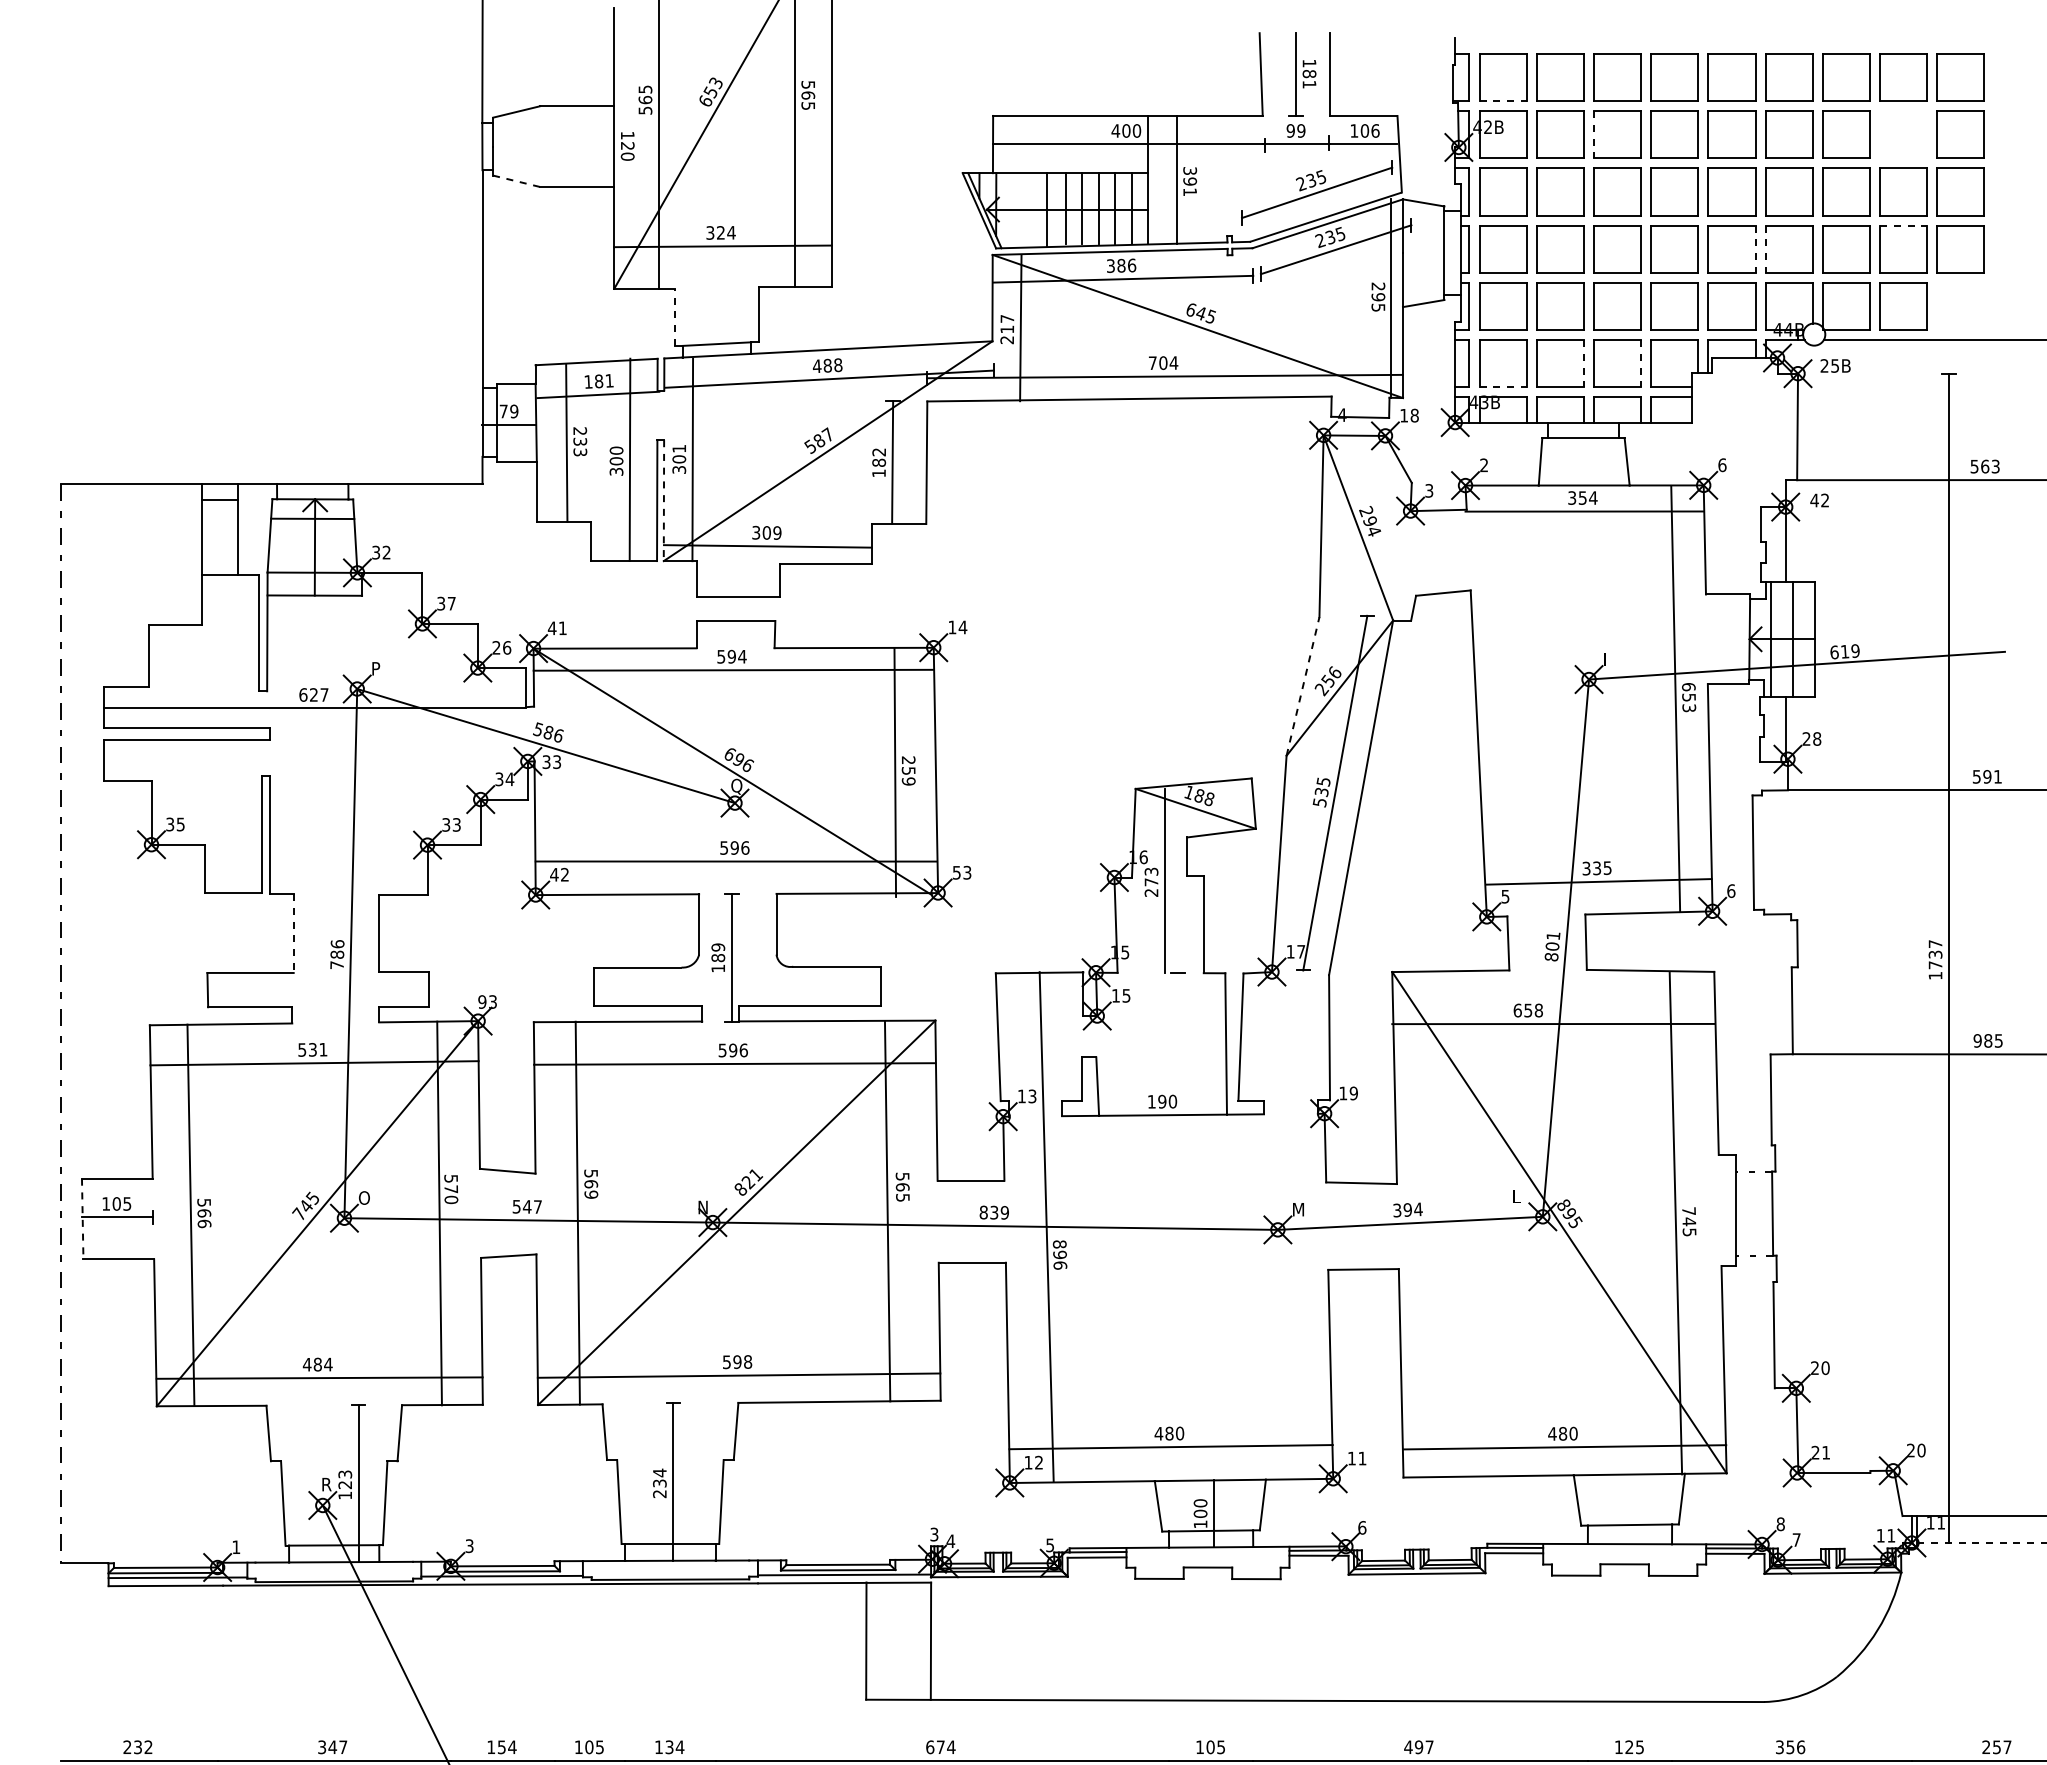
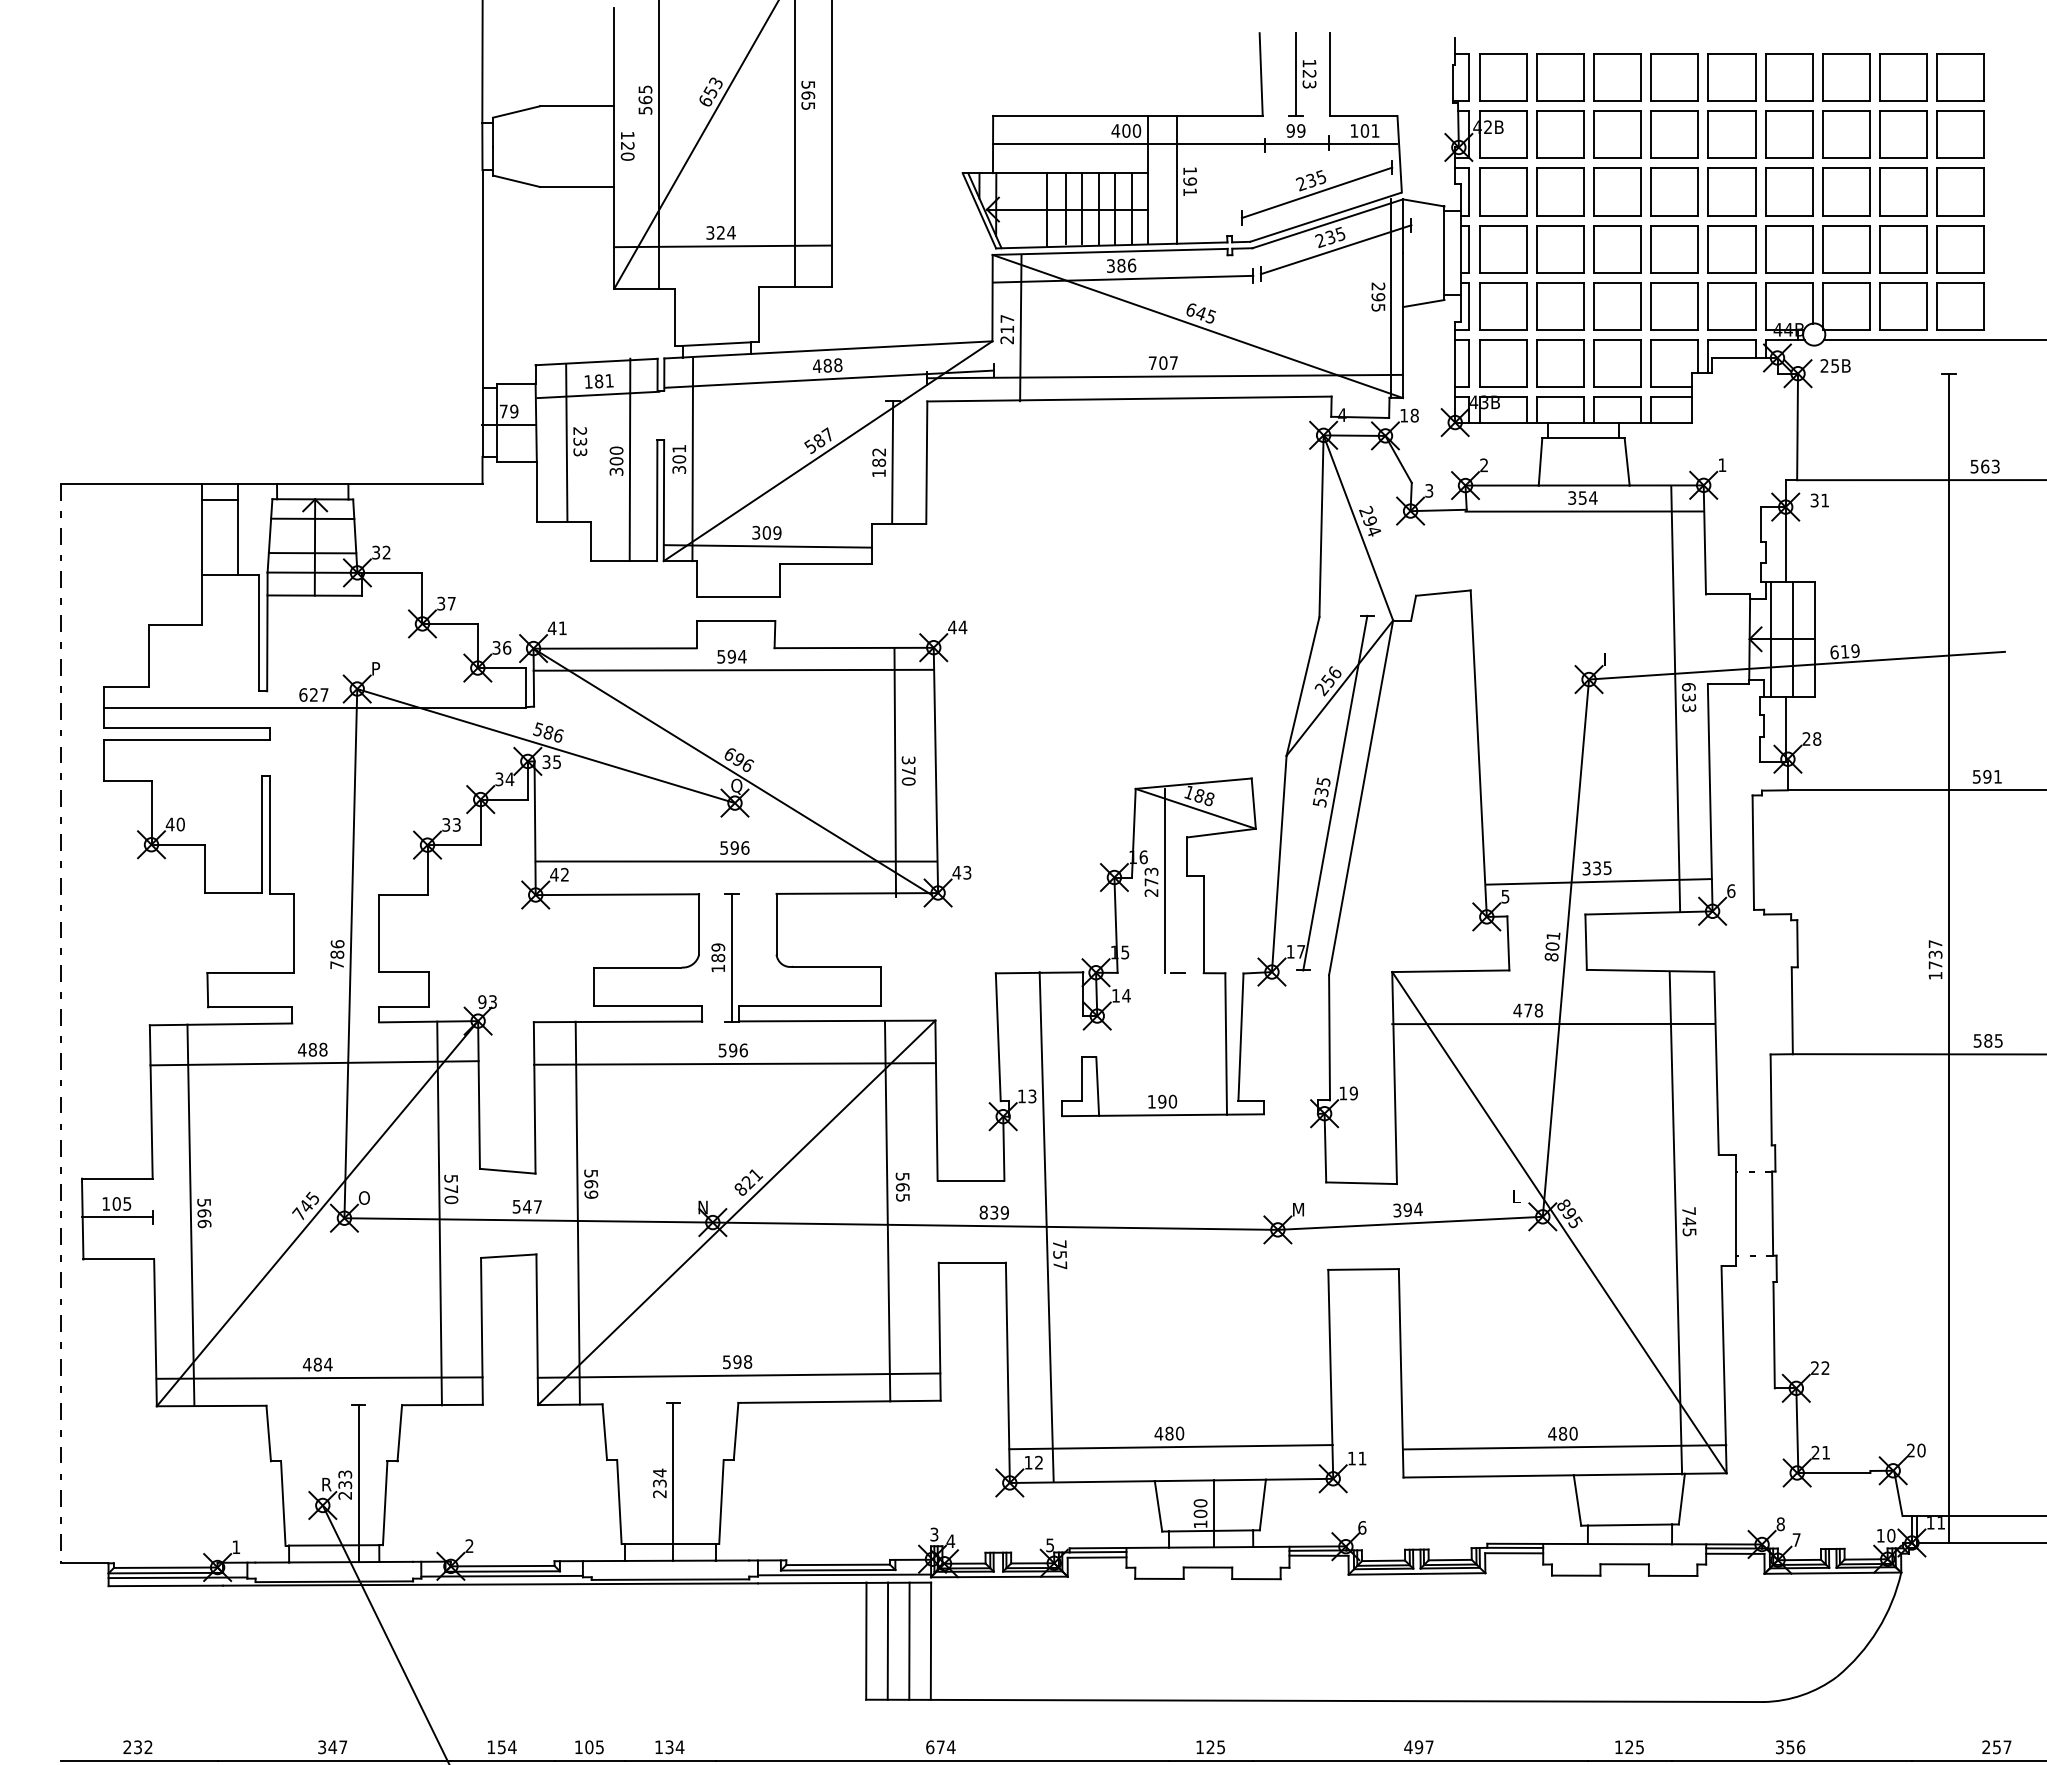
text at (1309, 79): 181 -> 123
line at (1503, 101): dashed -> solid
text at (1375, 130): 106 -> 101
line at (1593, 134): dashed -> solid
part at (1903, 134): none -> present
text at (1190, 170): 391 -> 191
line at (517, 181): dashed -> solid
line at (1903, 225): dashed -> solid
line at (1755, 249): dashed -> solid
line at (1765, 249): dashed -> solid
part at (1960, 306): none -> present
line at (674, 317): dashed -> solid
text at (1173, 362): 704 -> 707
line at (1583, 363): dashed -> solid
line at (1641, 363): dashed -> solid
line at (1503, 387): dashed -> solid
text at (1722, 465): 6 -> 1
text at (1819, 500): 42 -> 31
line at (663, 501): dashed -> solid
line at (312, 553): none -> present
text at (952, 627): 14 -> 44
text at (496, 647): 26 -> 36
line at (1303, 686): dashed -> solid
text at (1689, 697): 653 -> 633
text at (556, 761): 33 -> 35
text at (908, 770): 259 -> 370
text at (174, 824): 35 -> 40
text at (956, 872): 53 -> 43
line at (293, 934): dashed -> solid
text at (1126, 995): 15 -> 14
text at (1522, 1010): 658 -> 478
text at (1977, 1040): 985 -> 585
text at (312, 1049): 531 -> 488
line at (82, 1219): dashed -> solid
text at (1059, 1254): 896 -> 757
text at (1825, 1368): 20 -> 22
text at (345, 1490): 123 -> 233
text at (1891, 1535): 11 -> 10
line at (1982, 1543): dashed -> solid
text at (469, 1546): 3 -> 2
line at (887, 1640): none -> present
line at (909, 1640): none -> present
text at (1210, 1747): 105 -> 125
